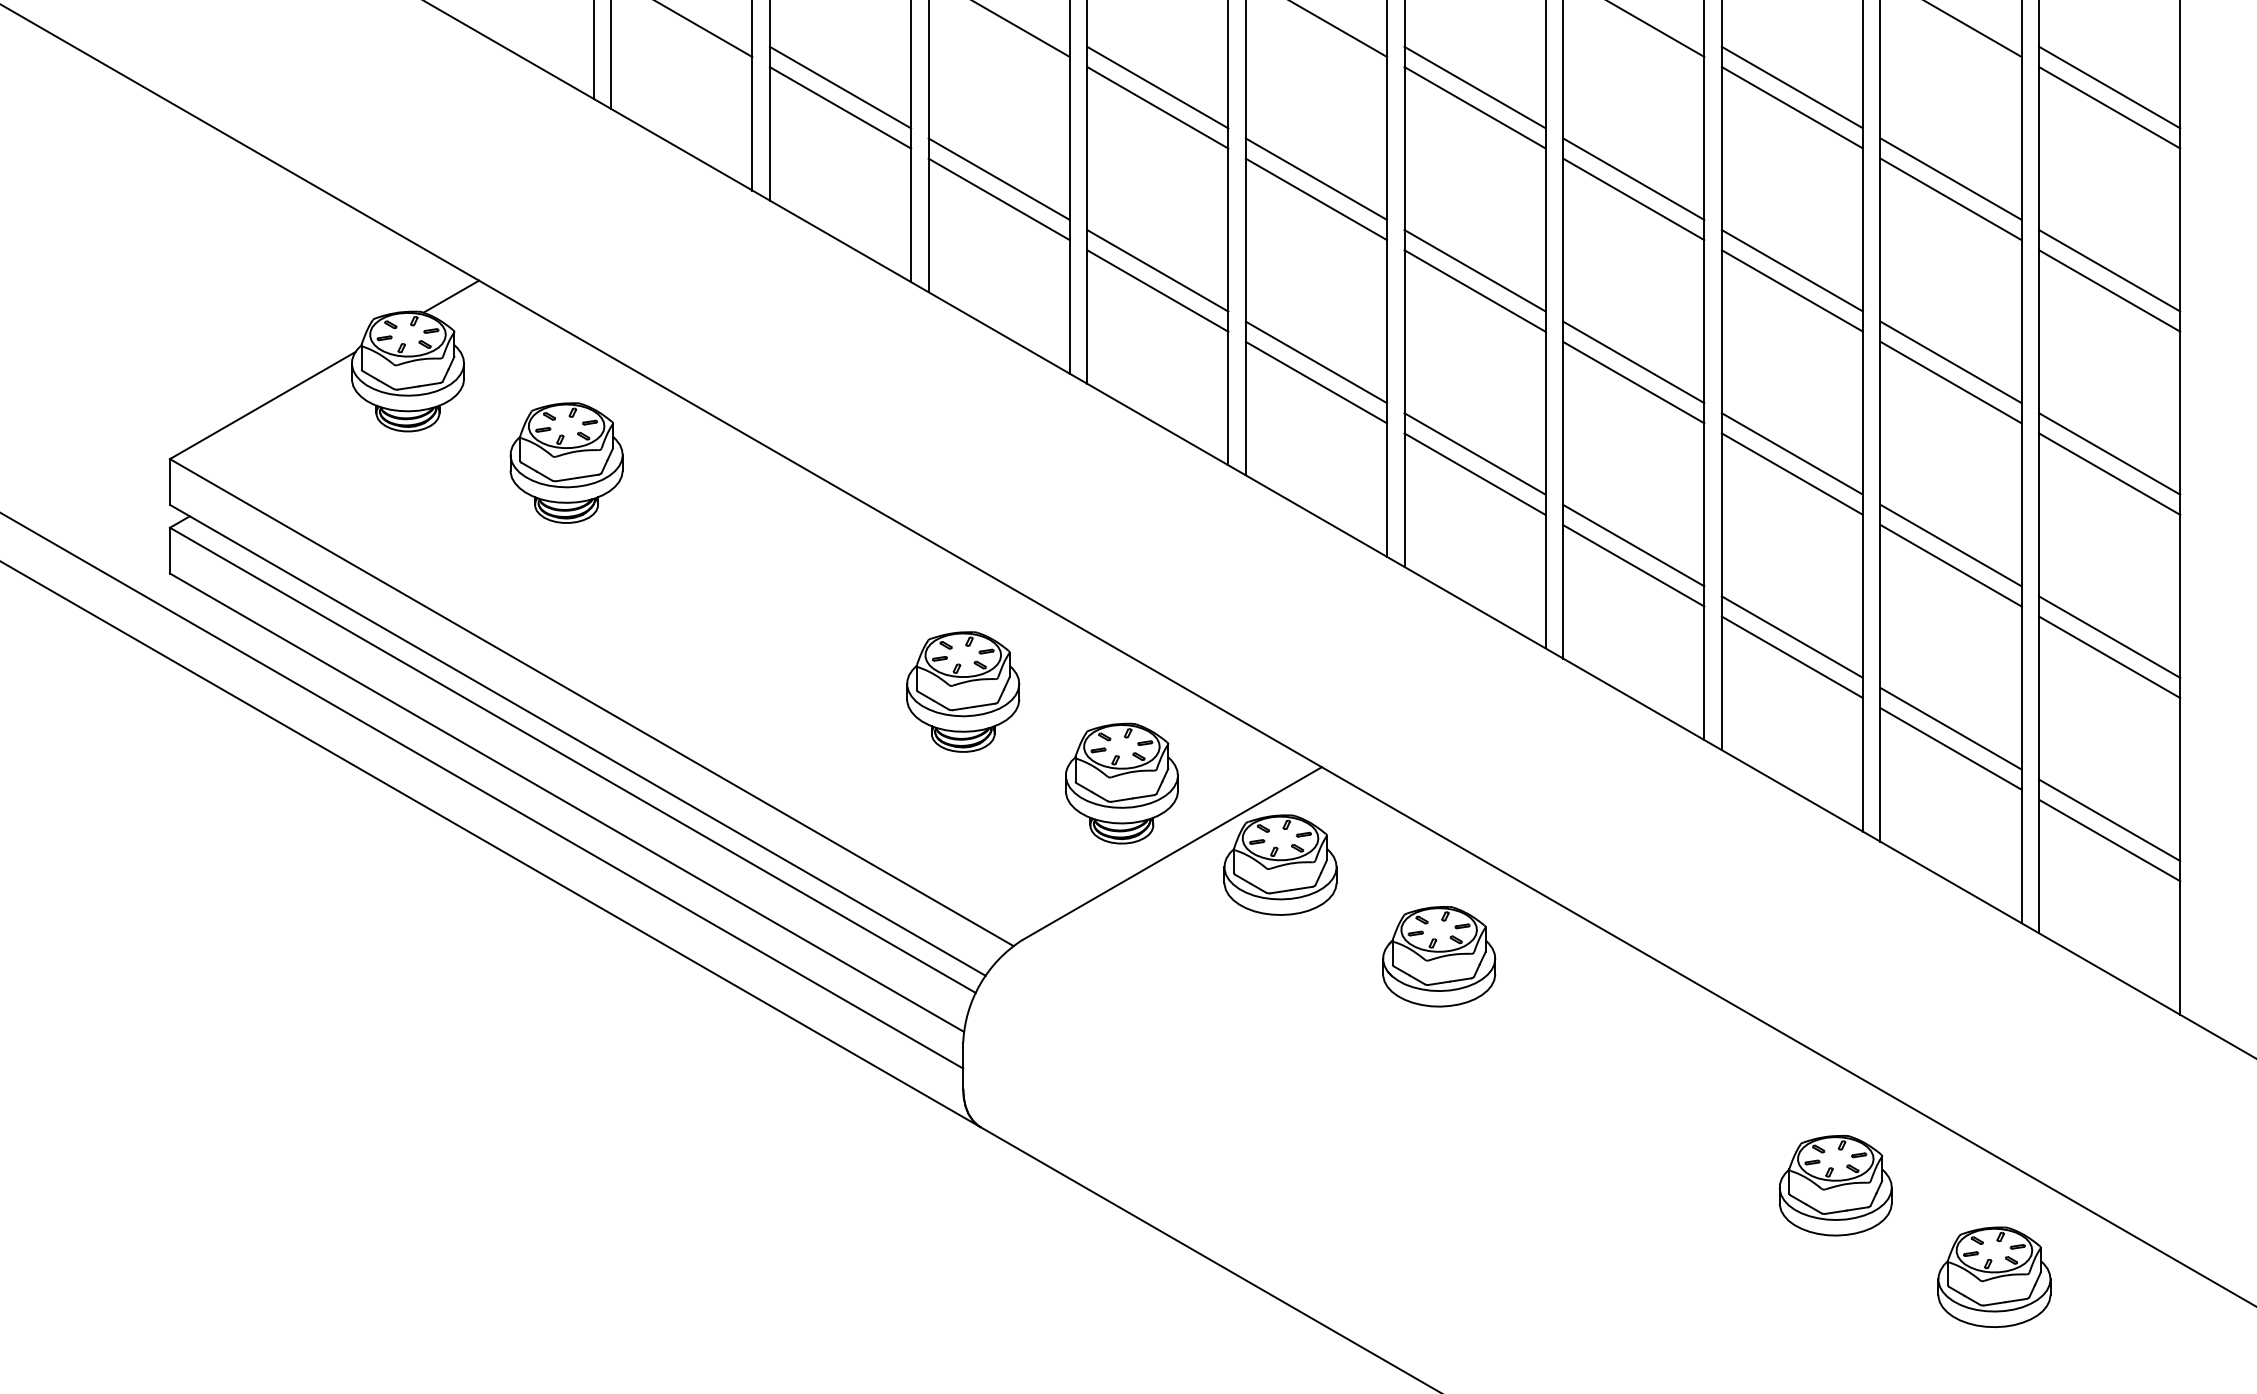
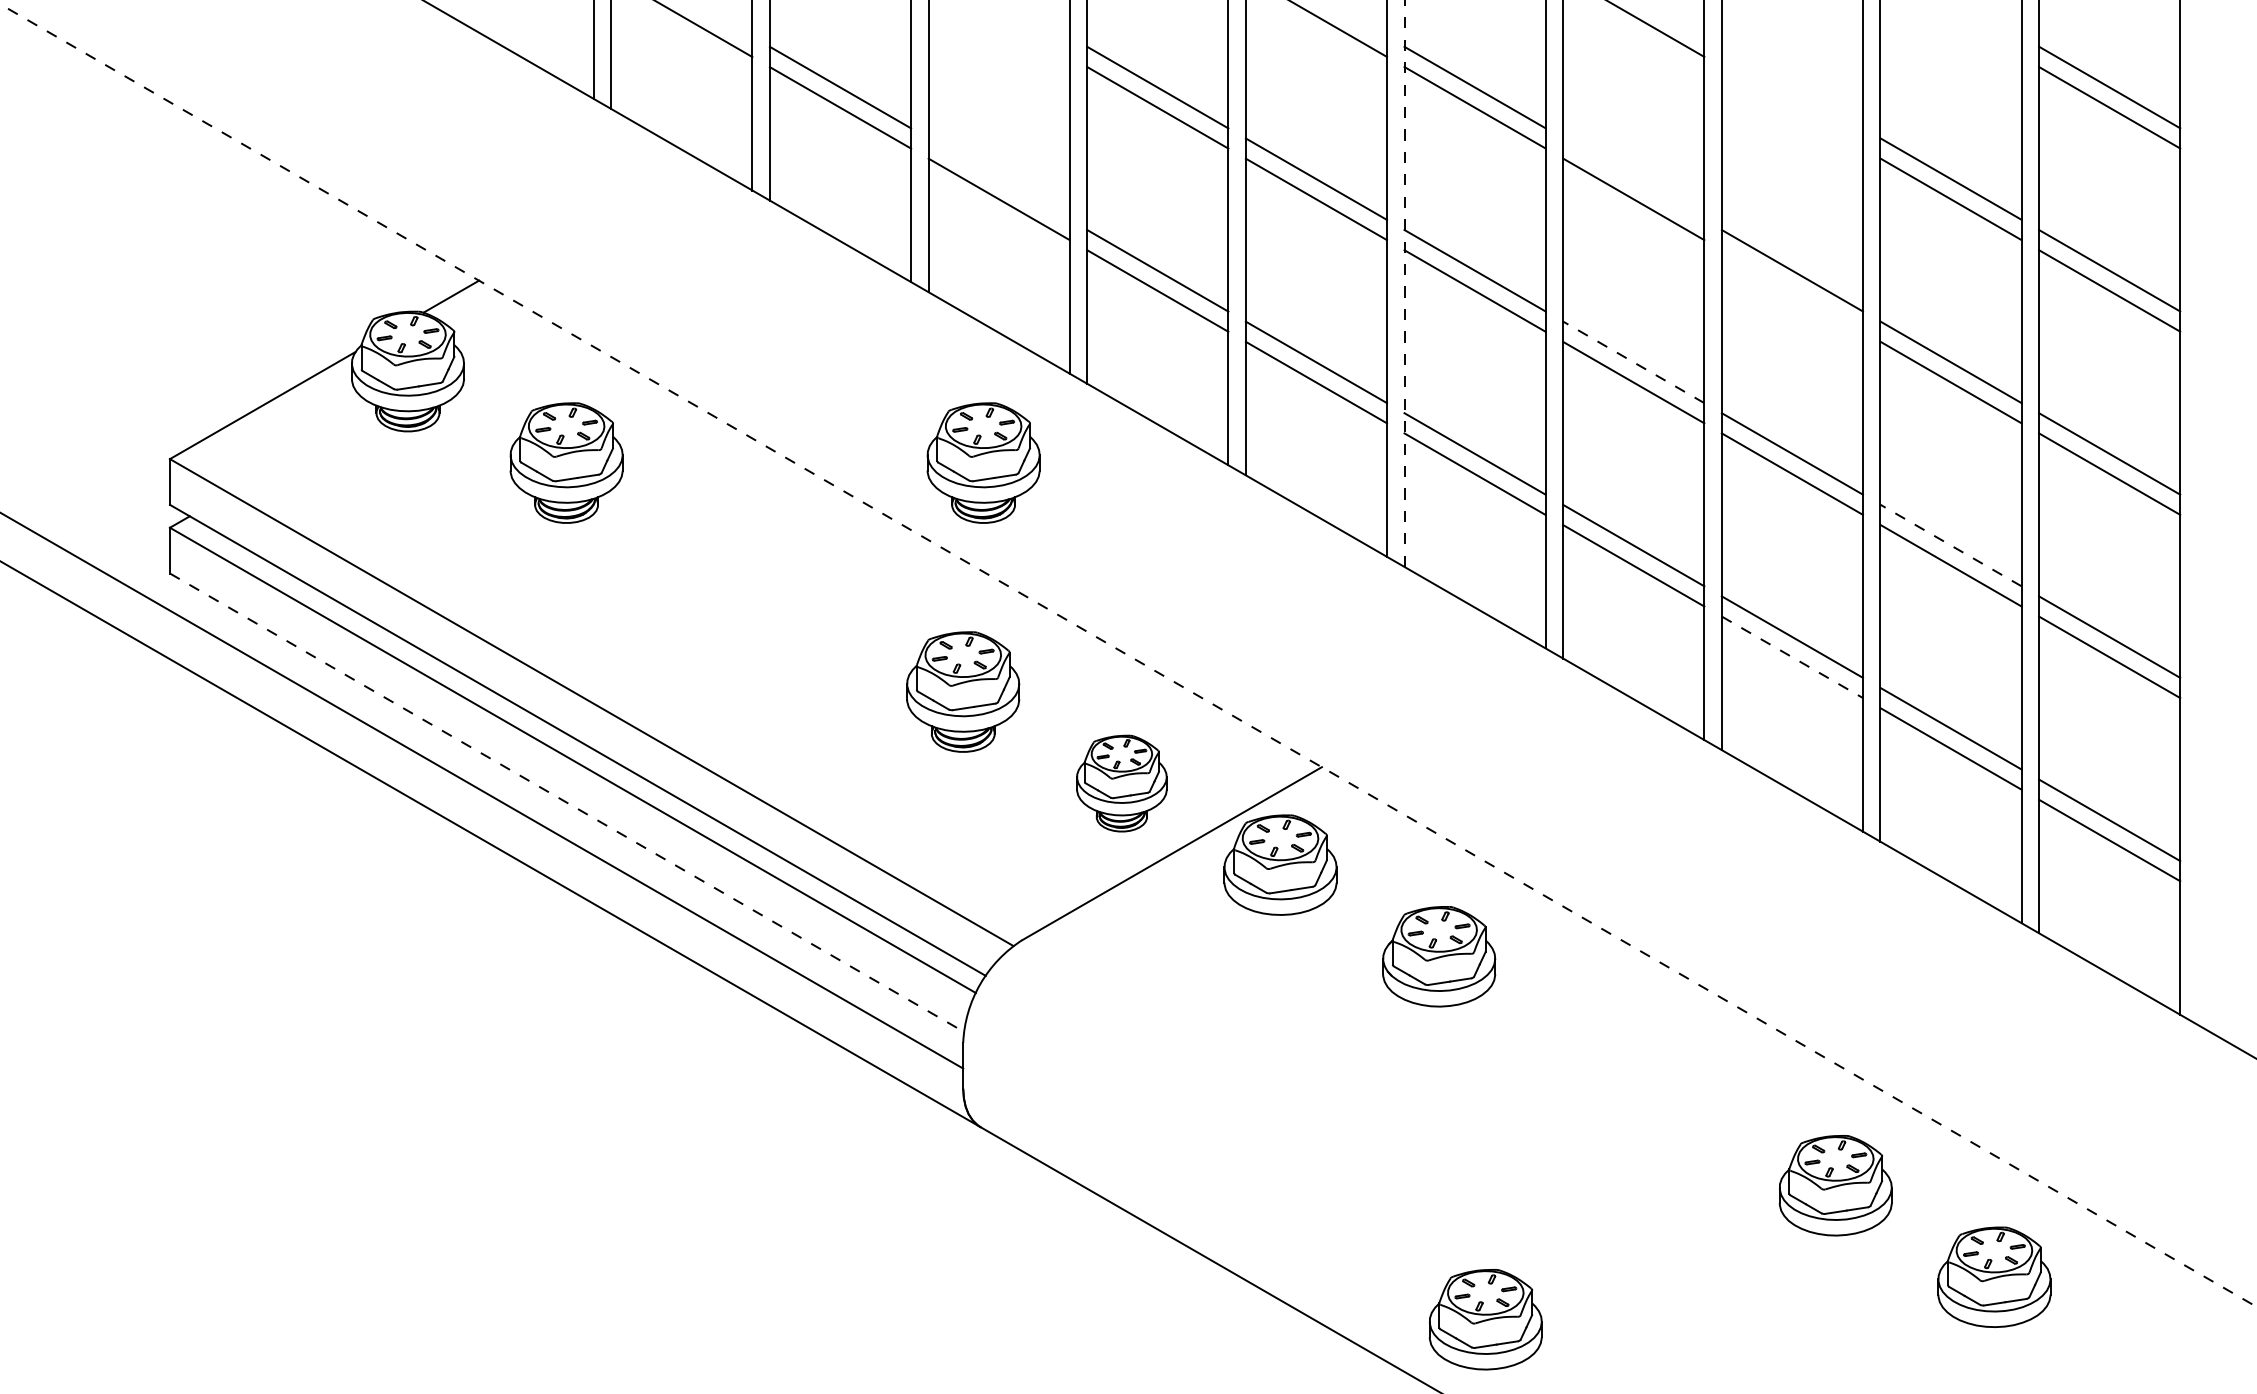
line at (1021, 29): present -> none
line at (1973, 29): present -> none
line at (1791, 87): present -> none
line at (1791, 107): present -> none
line at (998, 178): present -> none
line at (1633, 178): present -> none
line at (1404, 283): solid -> dashed
line at (1791, 290): present -> none
line at (1633, 362): solid -> dashed
part at (983, 462): none -> present
line at (1950, 545): solid -> dashed
line at (1128, 655): solid -> dashed
line at (1792, 657): solid -> dashed
part at (1121, 783) size: 114x123 px -> 92x99 px
line at (567, 802): solid -> dashed
part at (1485, 1319): none -> present
